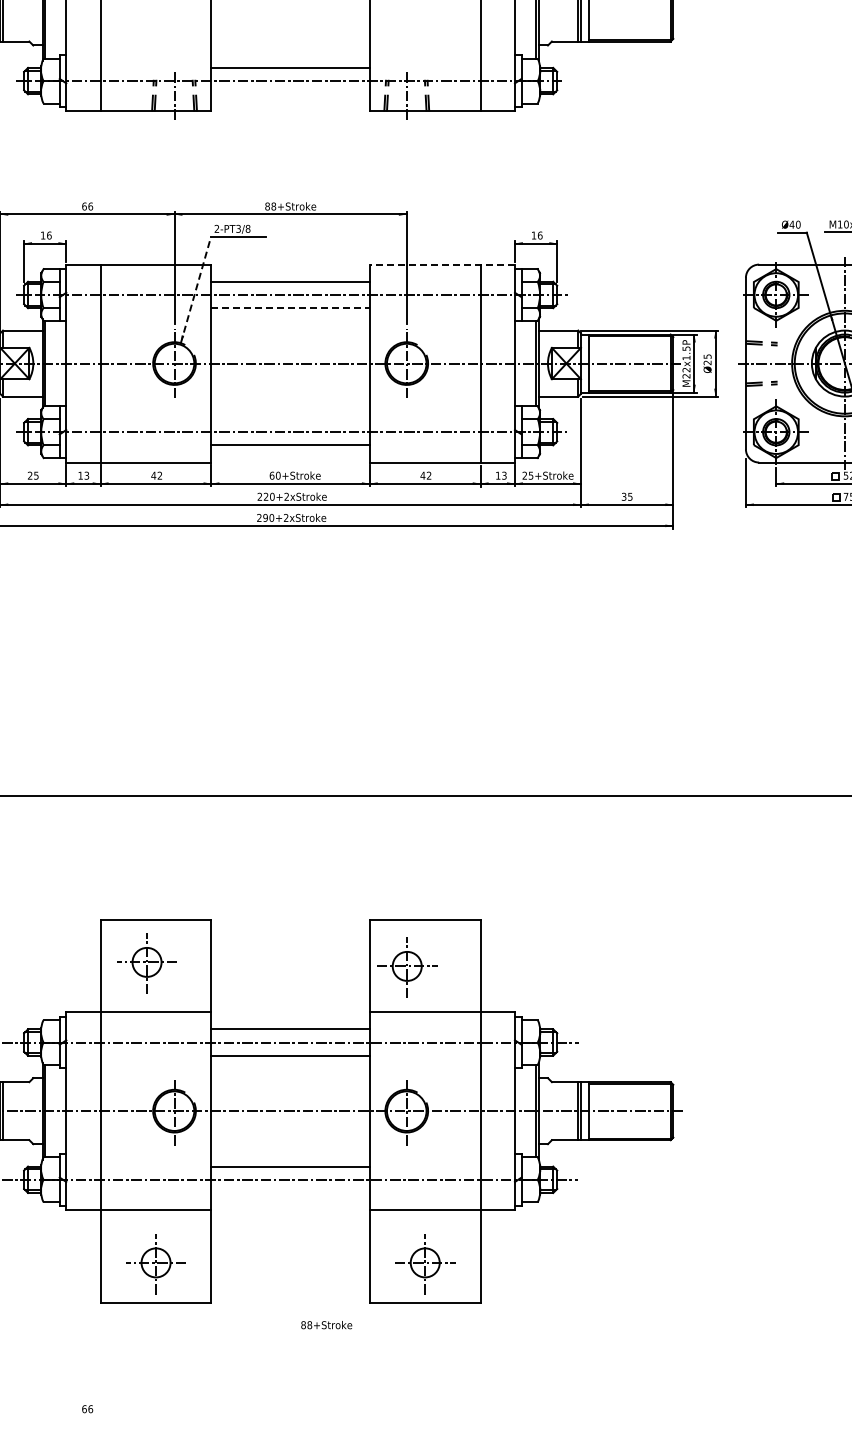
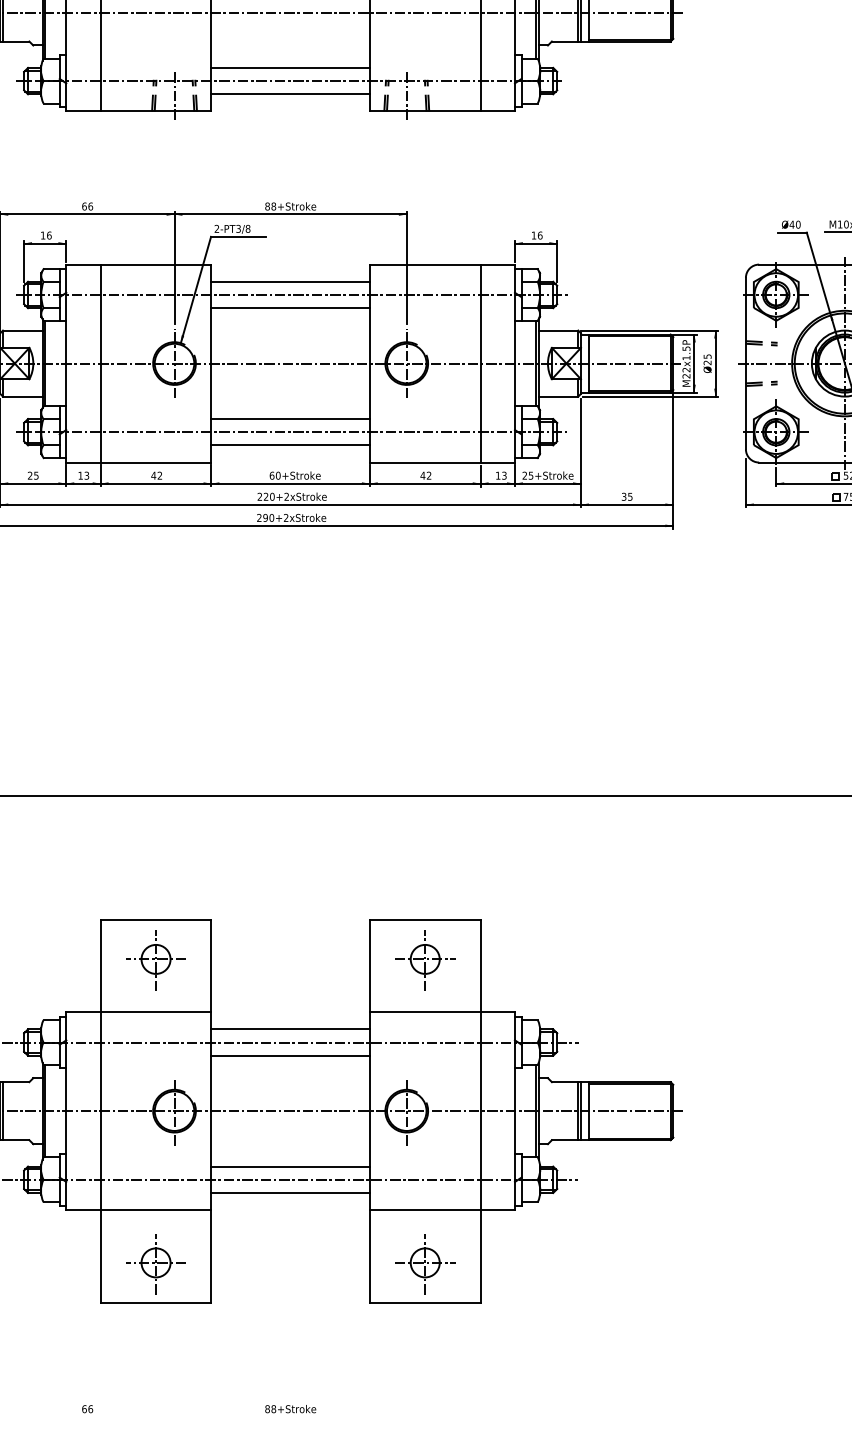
line at (342, 12): none -> present
line at (290, 94): none -> present
line at (442, 264): dashed -> solid
line at (196, 289): dashed -> solid
line at (291, 308): dashed -> solid
line at (290, 419): none -> present
part at (146, 963) position: (146, 963) -> (155, 960)
part at (407, 967) position: (407, 967) -> (425, 960)
line at (290, 1192): none -> present
text at (326, 1325) position: (326, 1325) -> (290, 1409)
